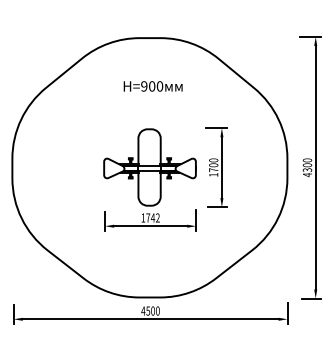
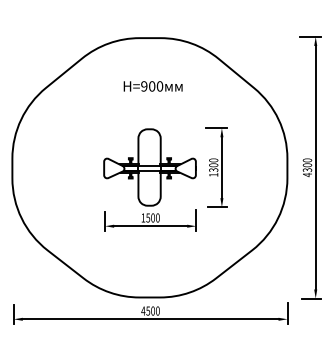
text at (213, 170): 1700 -> 1300
text at (152, 217): 1742 -> 1500
